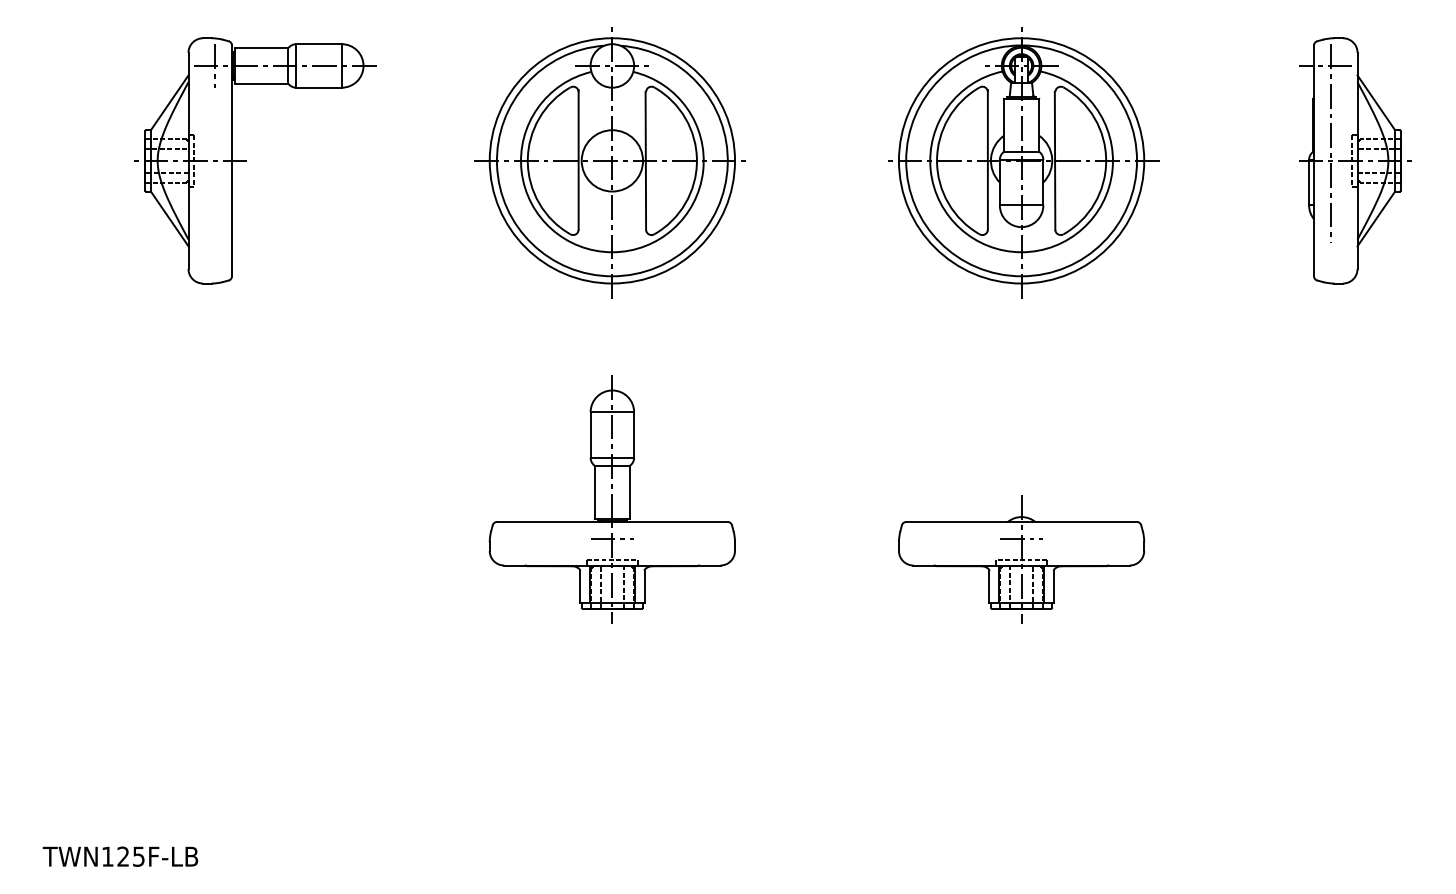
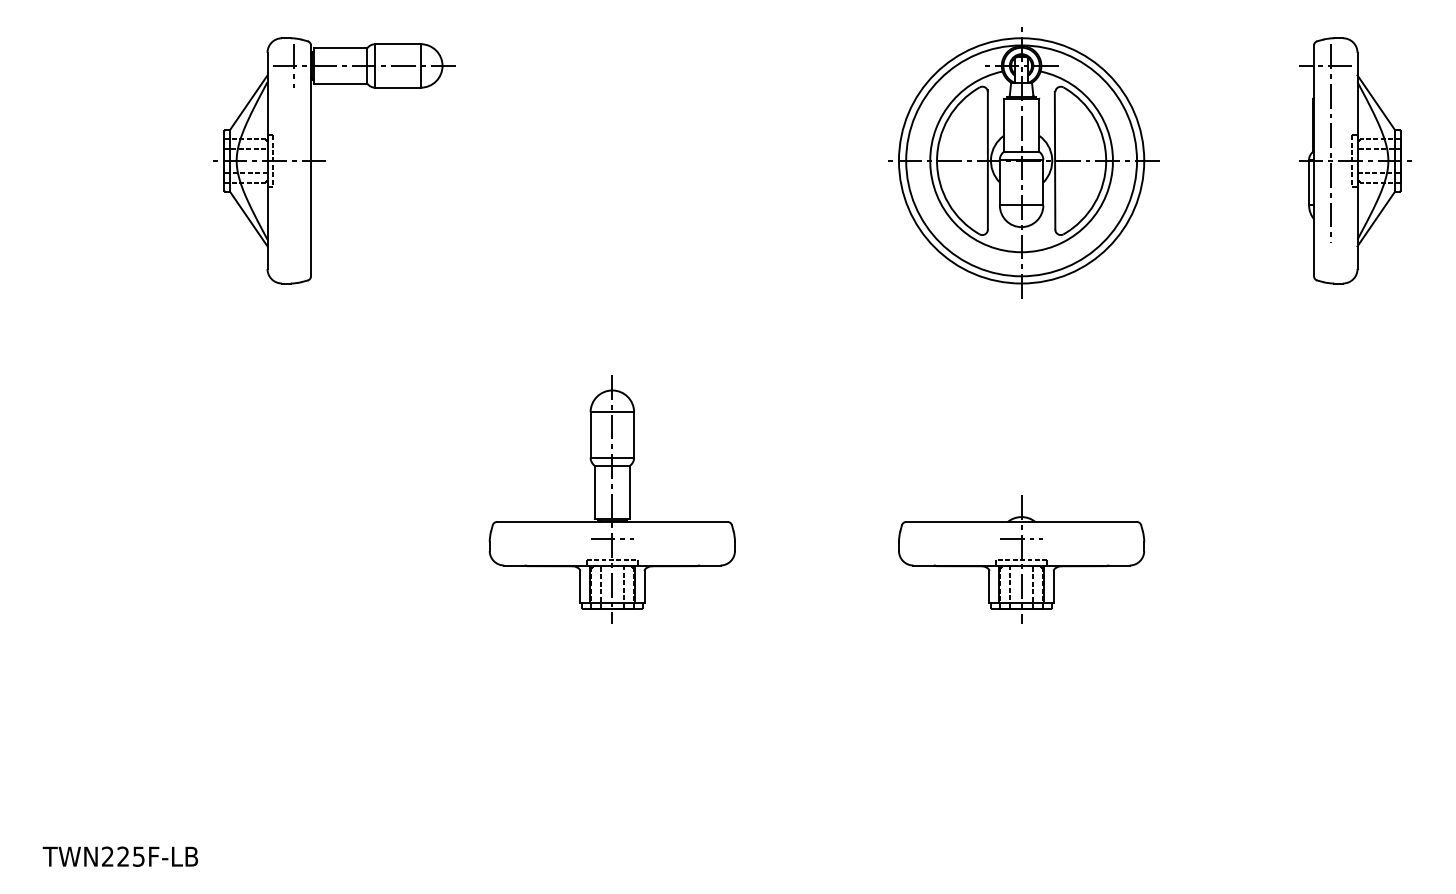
part at (246, 160) position: (246, 160) -> (325, 160)
part at (609, 162): present -> none
text at (107, 856): TWN125F-LB -> TWN225F-LB
